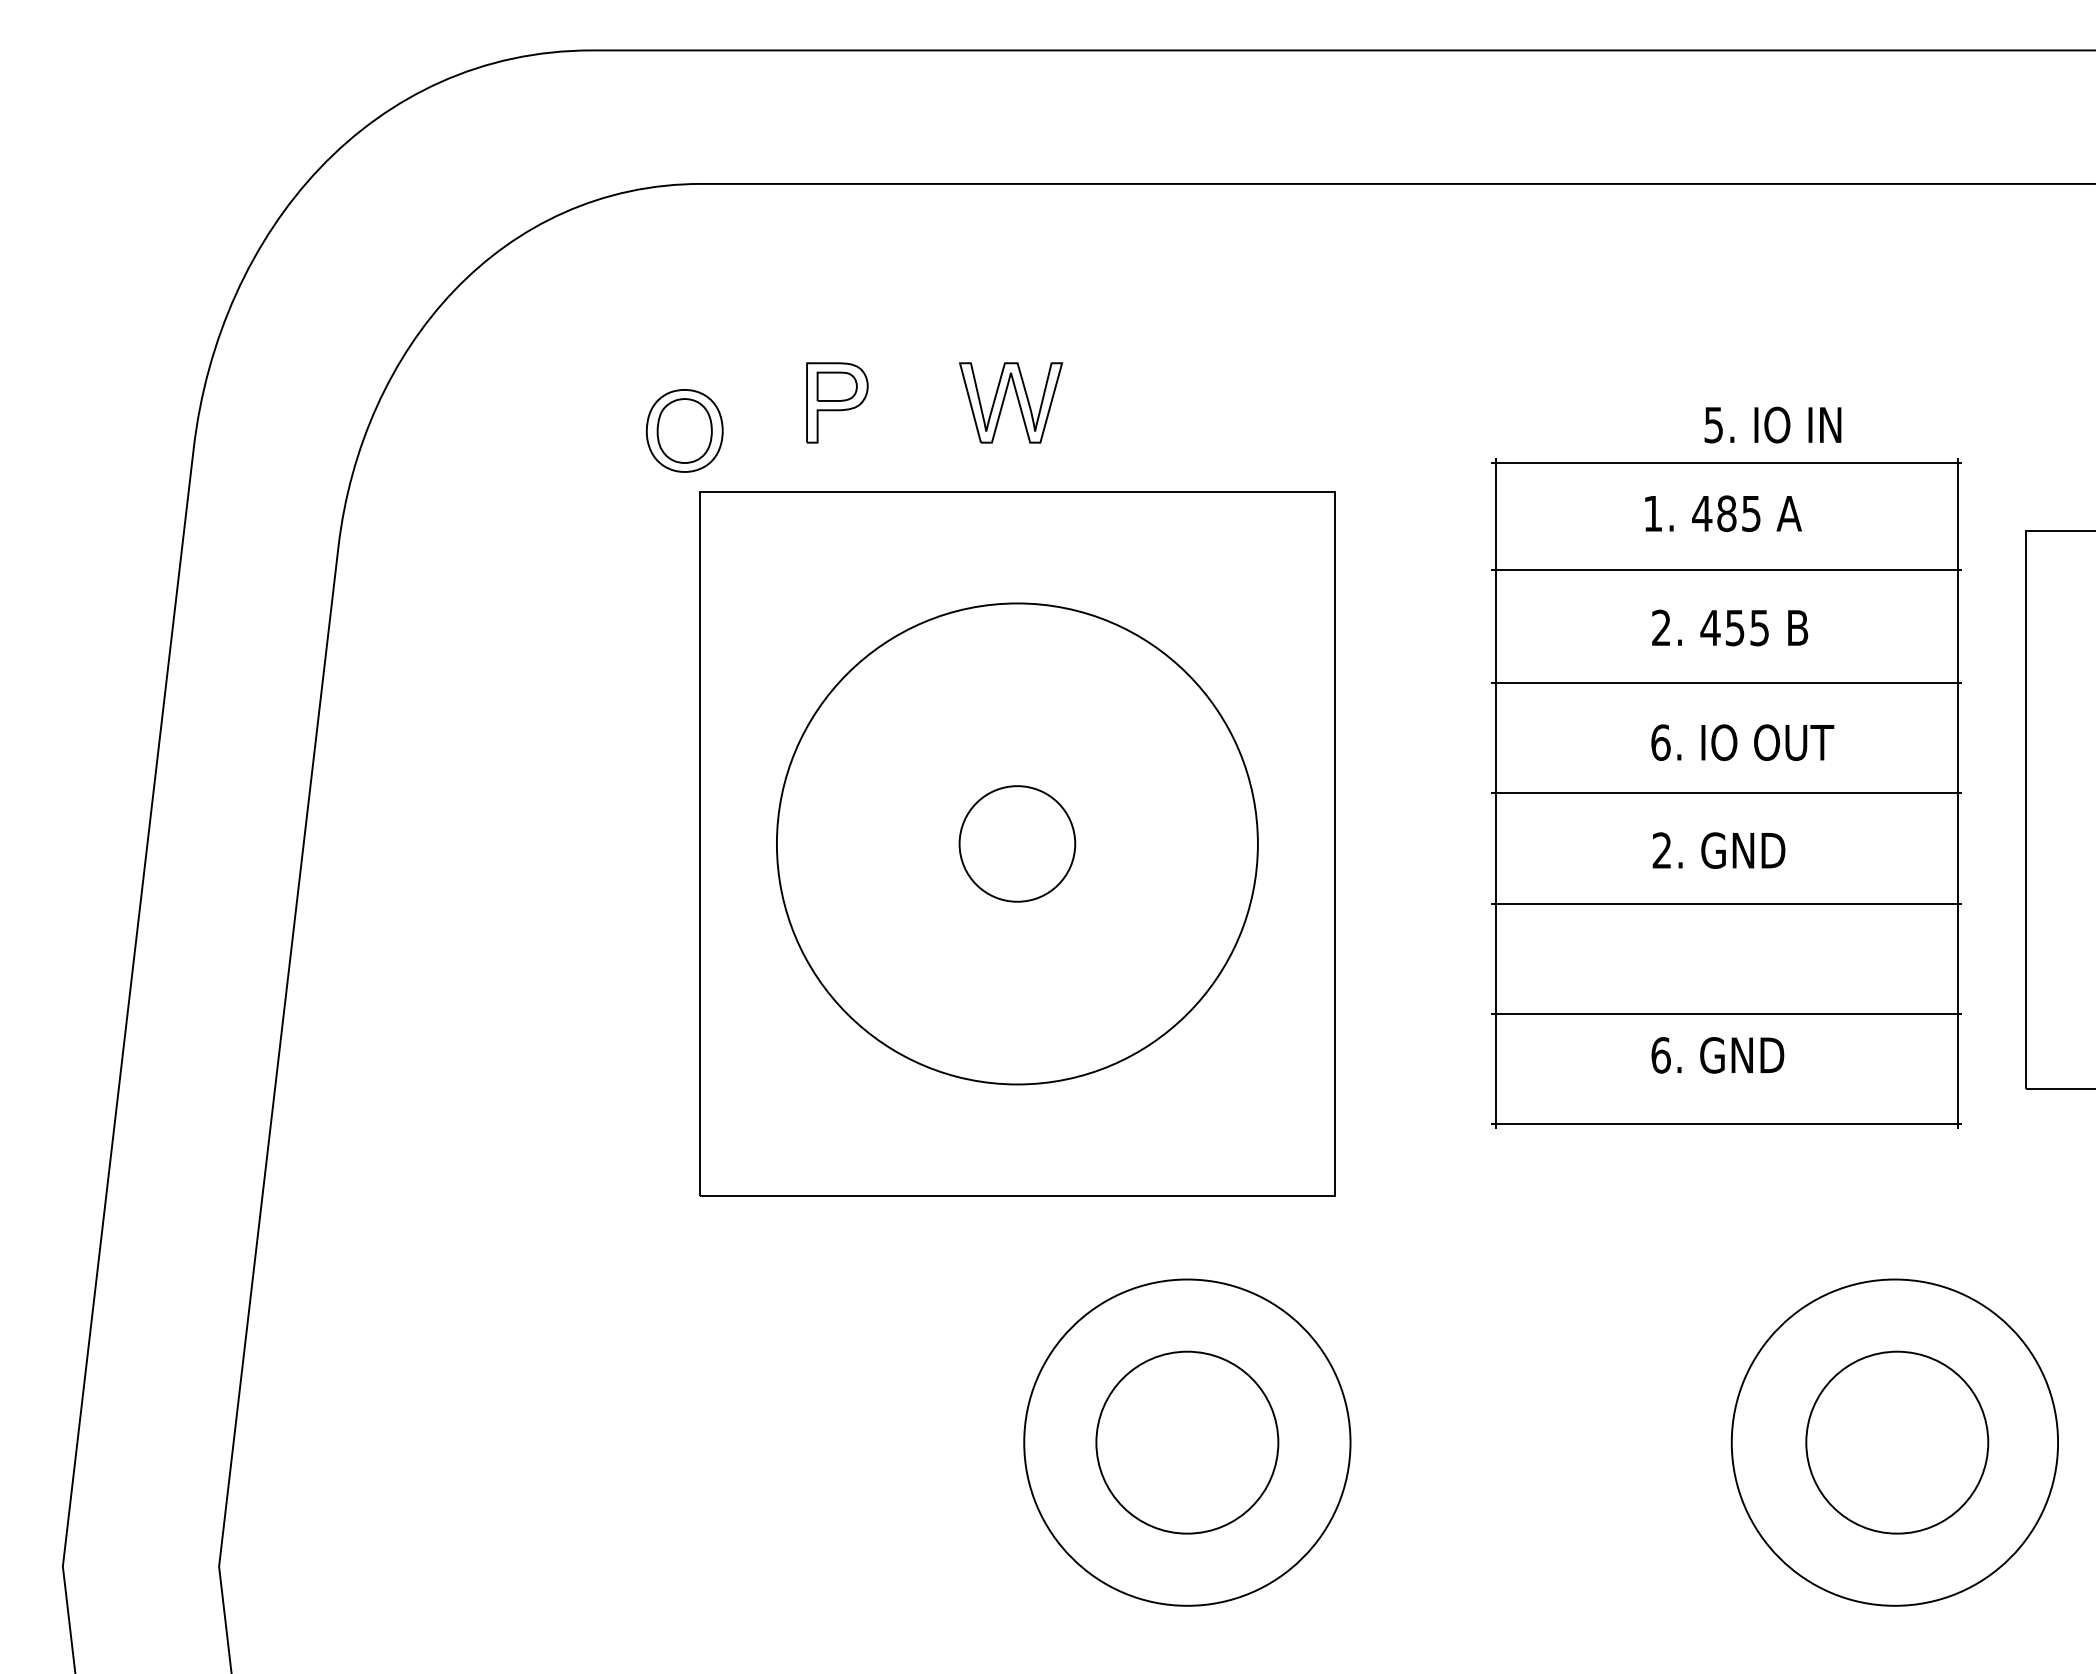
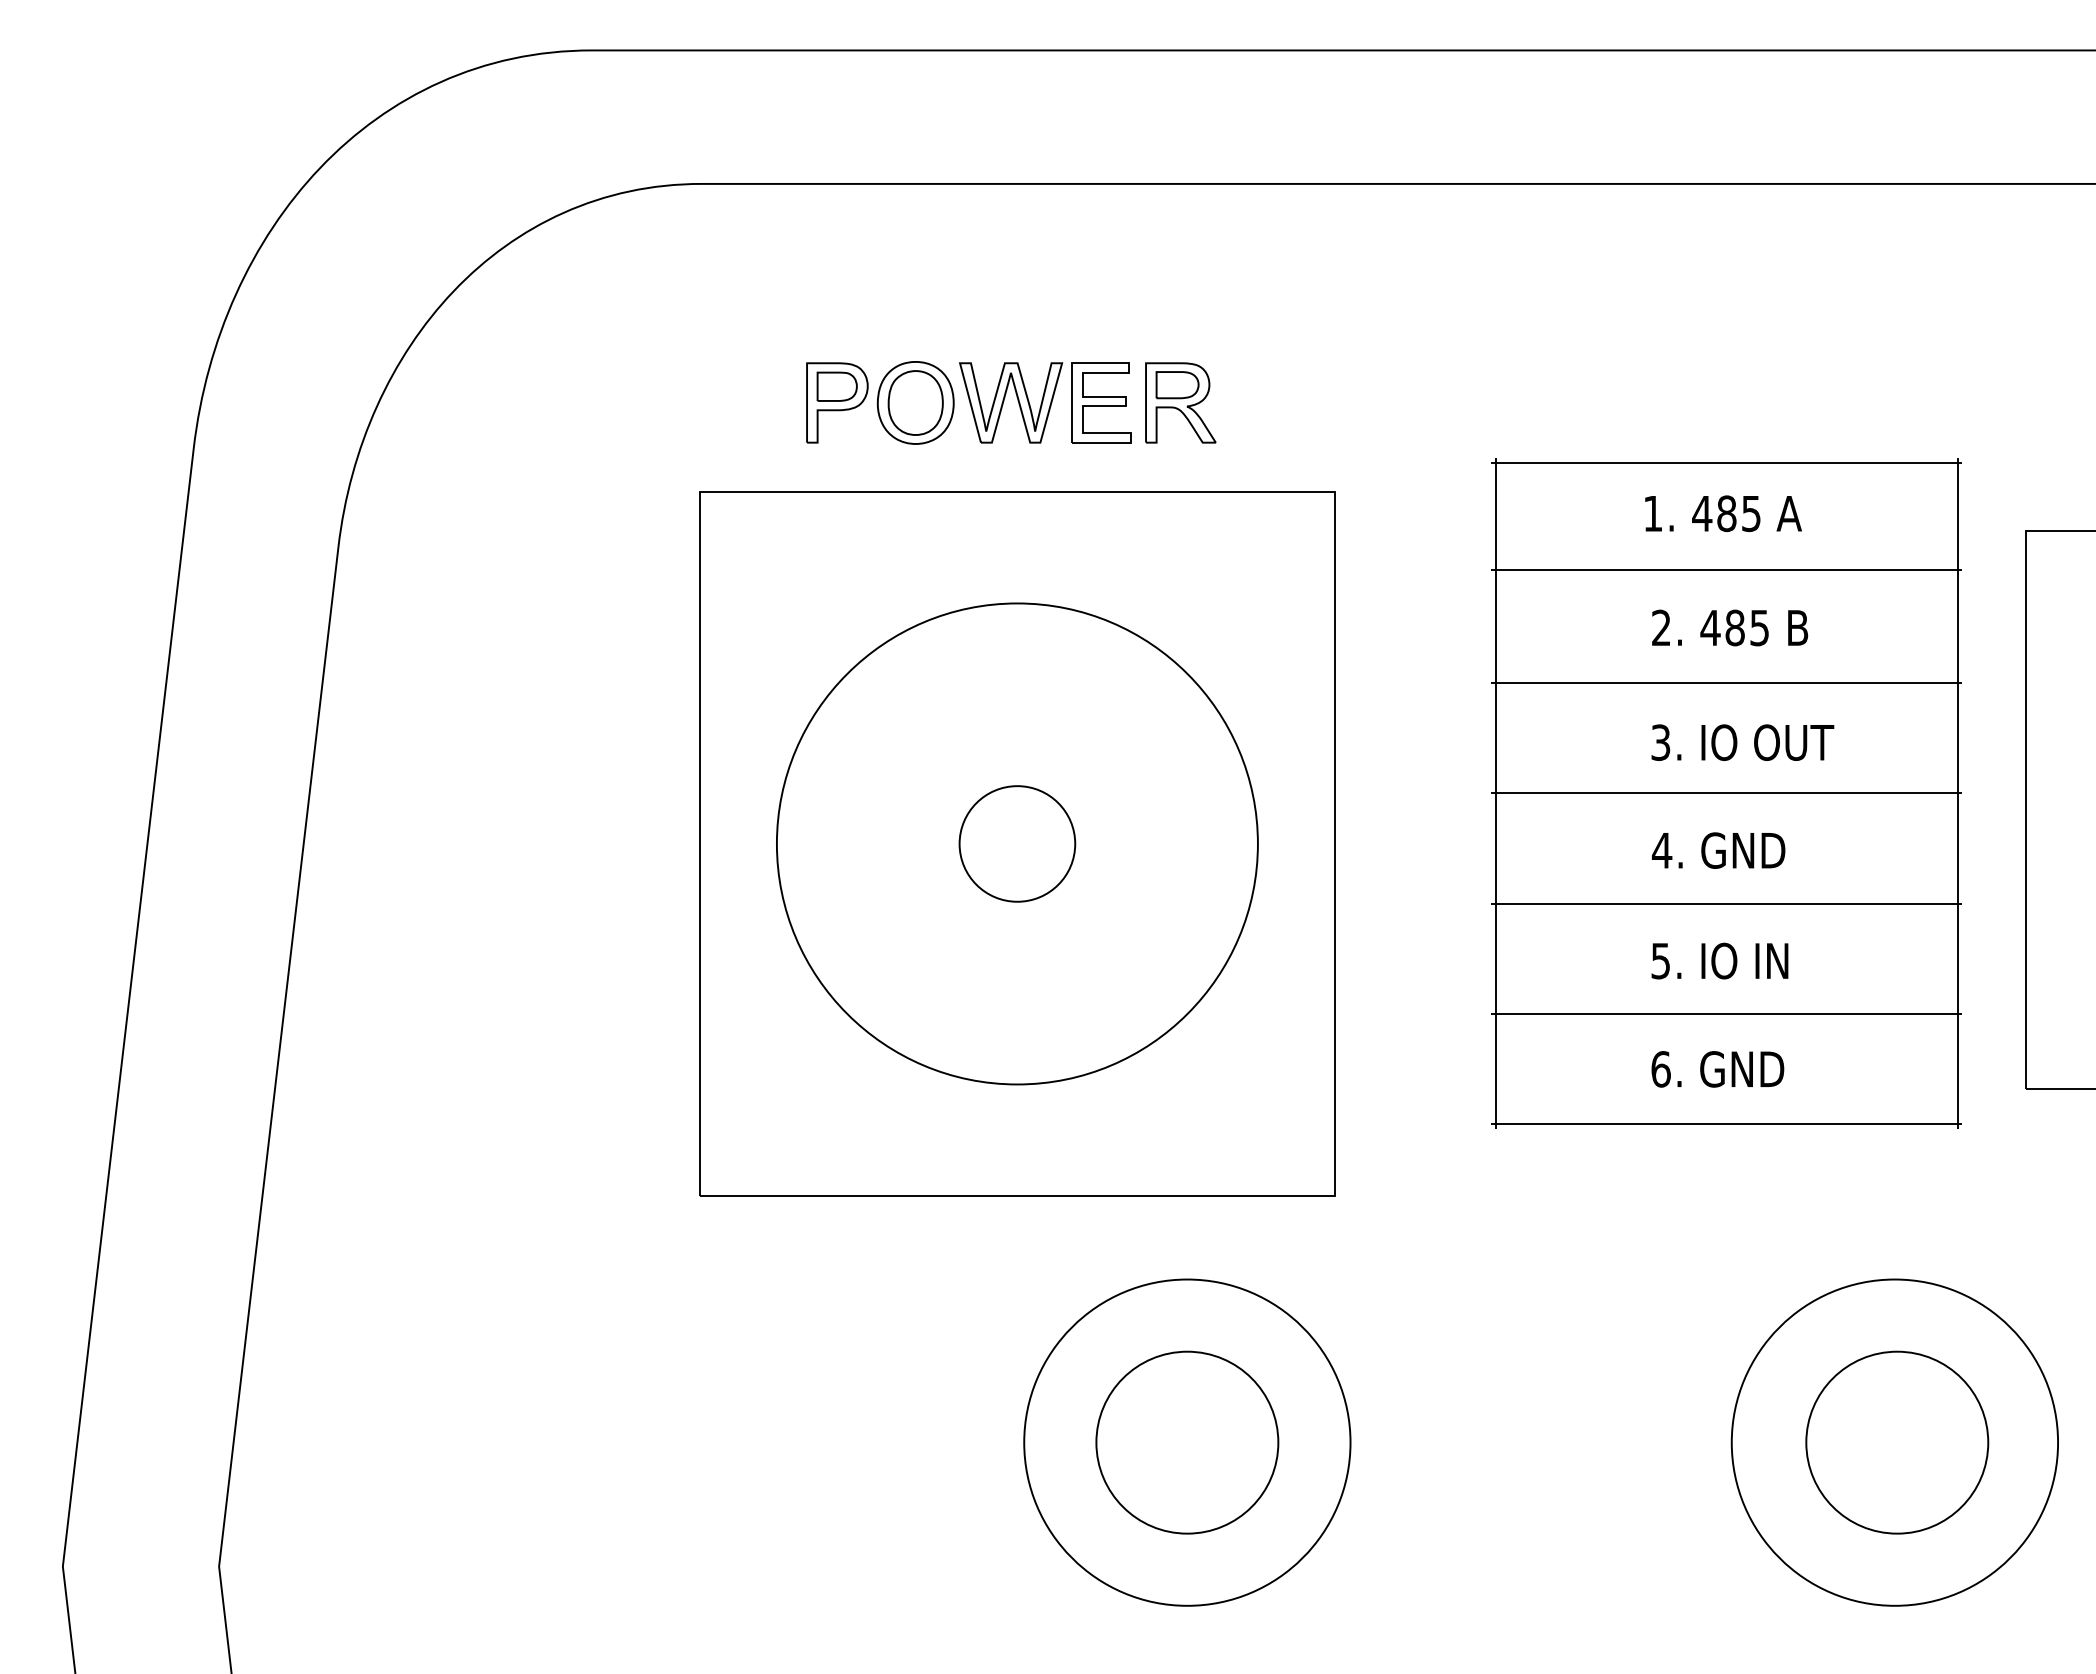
part at (1101, 402): none -> present
part at (1180, 402): none -> present
text at (1772, 424) position: (1772, 424) -> (1719, 960)
part at (684, 430) position: (684, 430) -> (915, 402)
text at (1734, 627): 455 -> 485
text at (1660, 742): 6. -> 3.
text at (1661, 850): 2. -> 4.
text at (1717, 1055) position: (1717, 1055) -> (1717, 1069)
